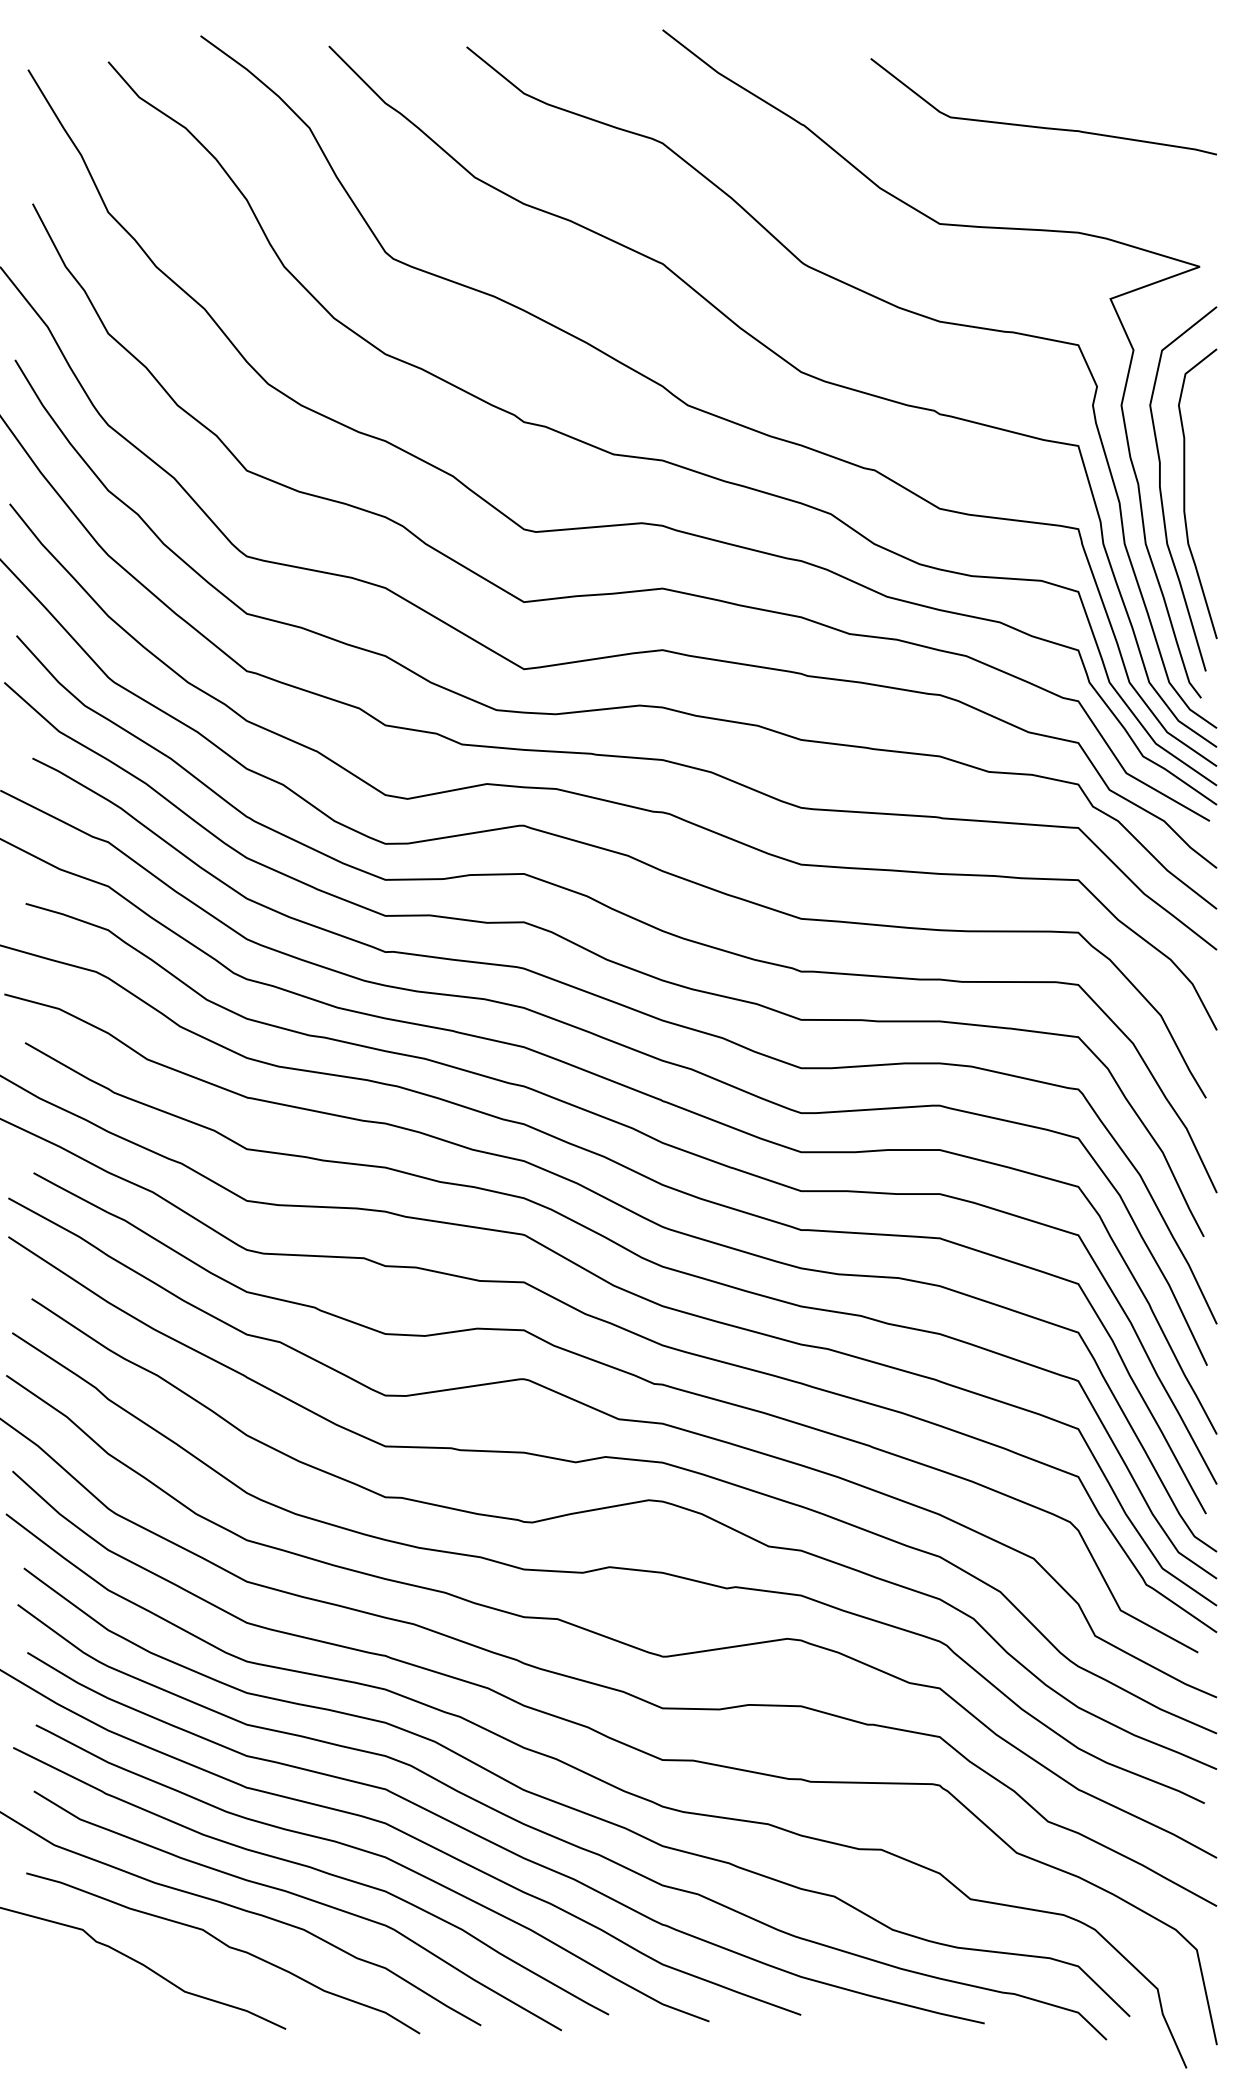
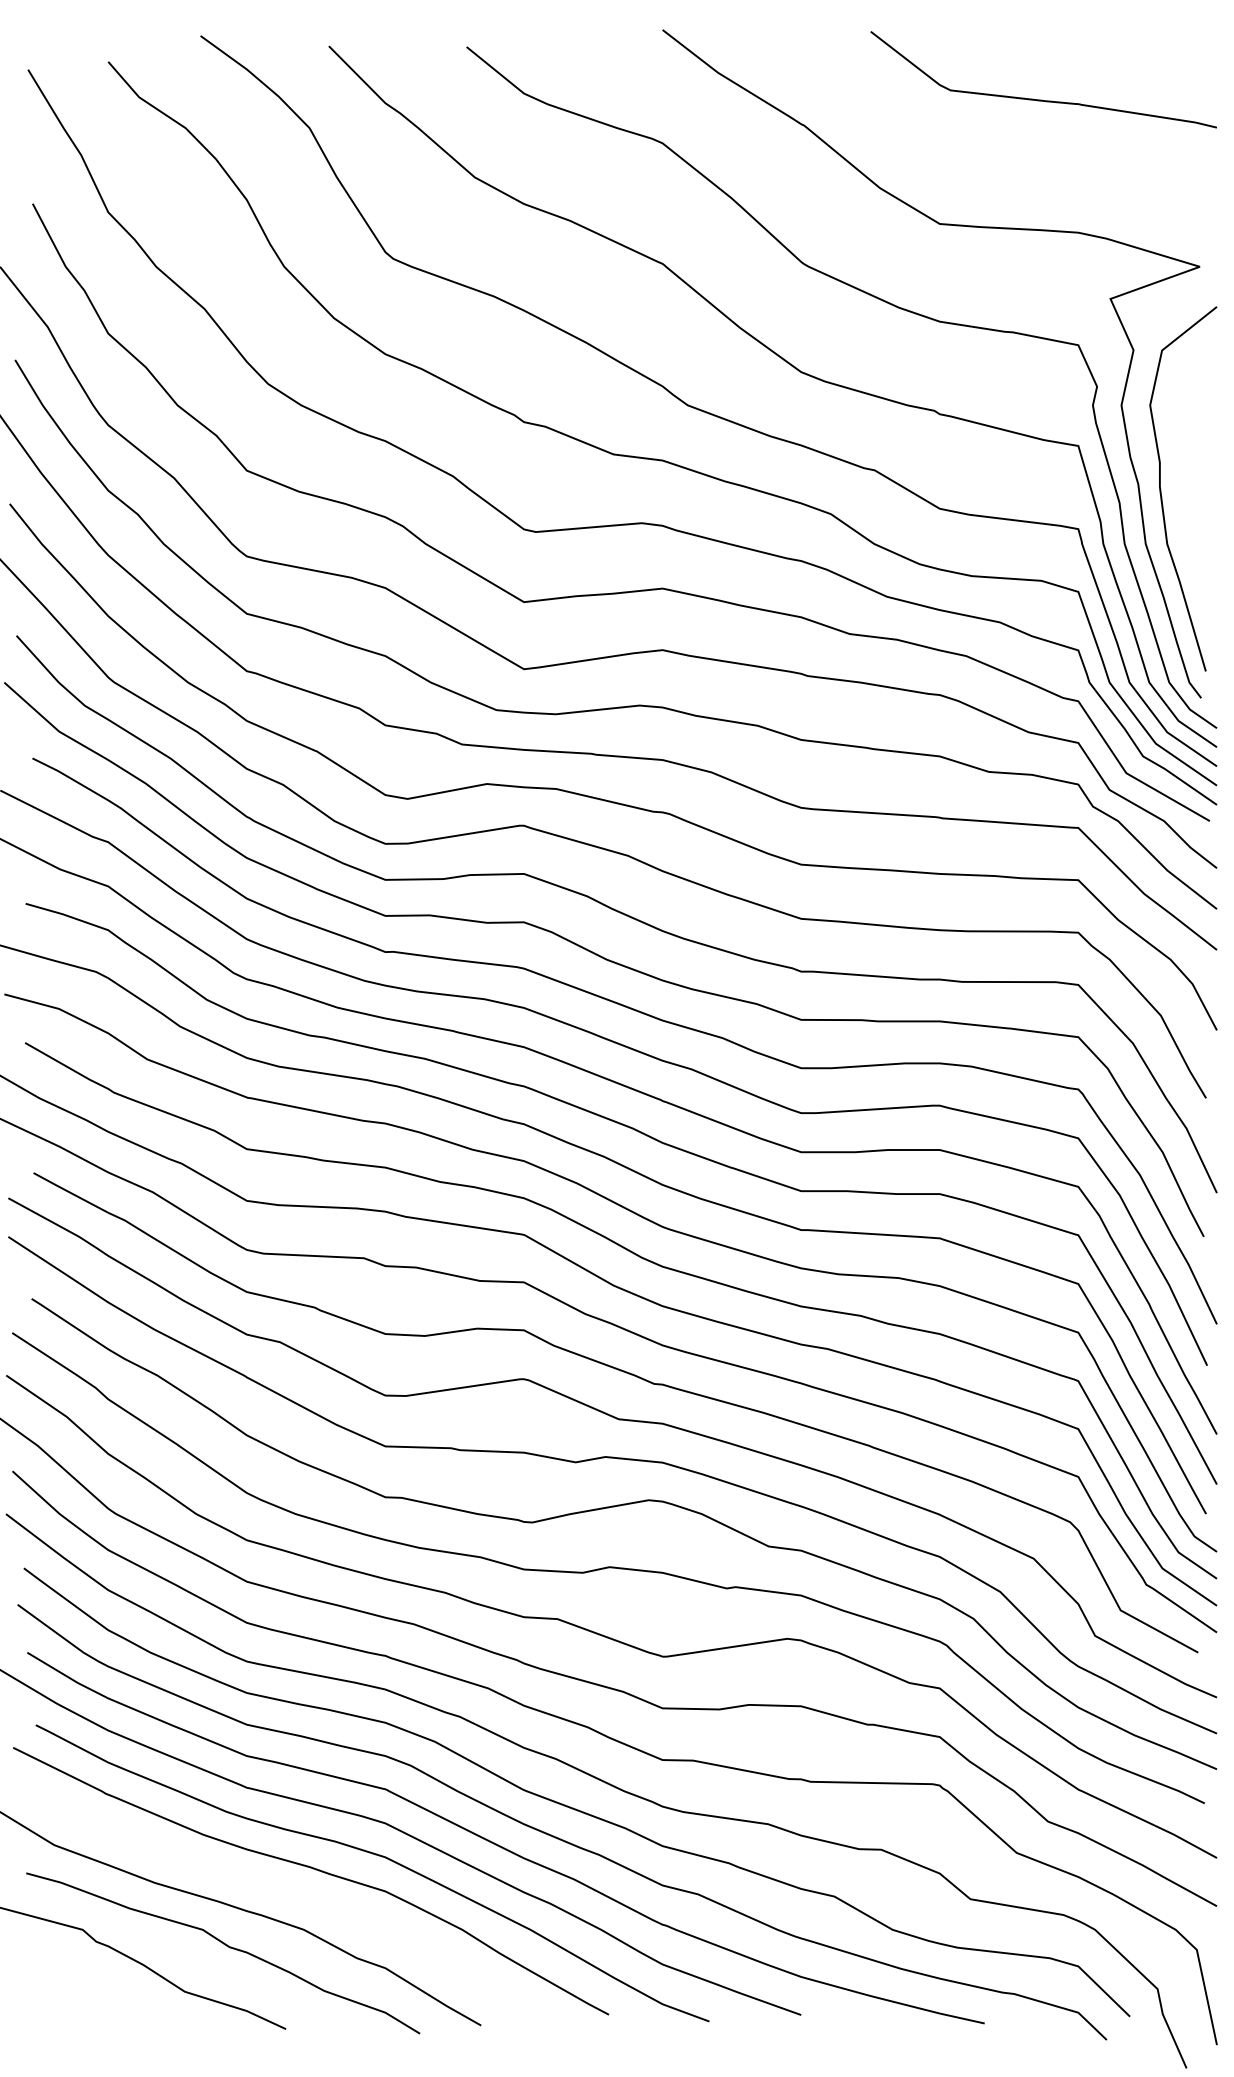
curve at (1042, 126) position: (1042, 126) -> (1042, 99)
curve at (1185, 493): present -> none
curve at (300, 1897): present -> none
